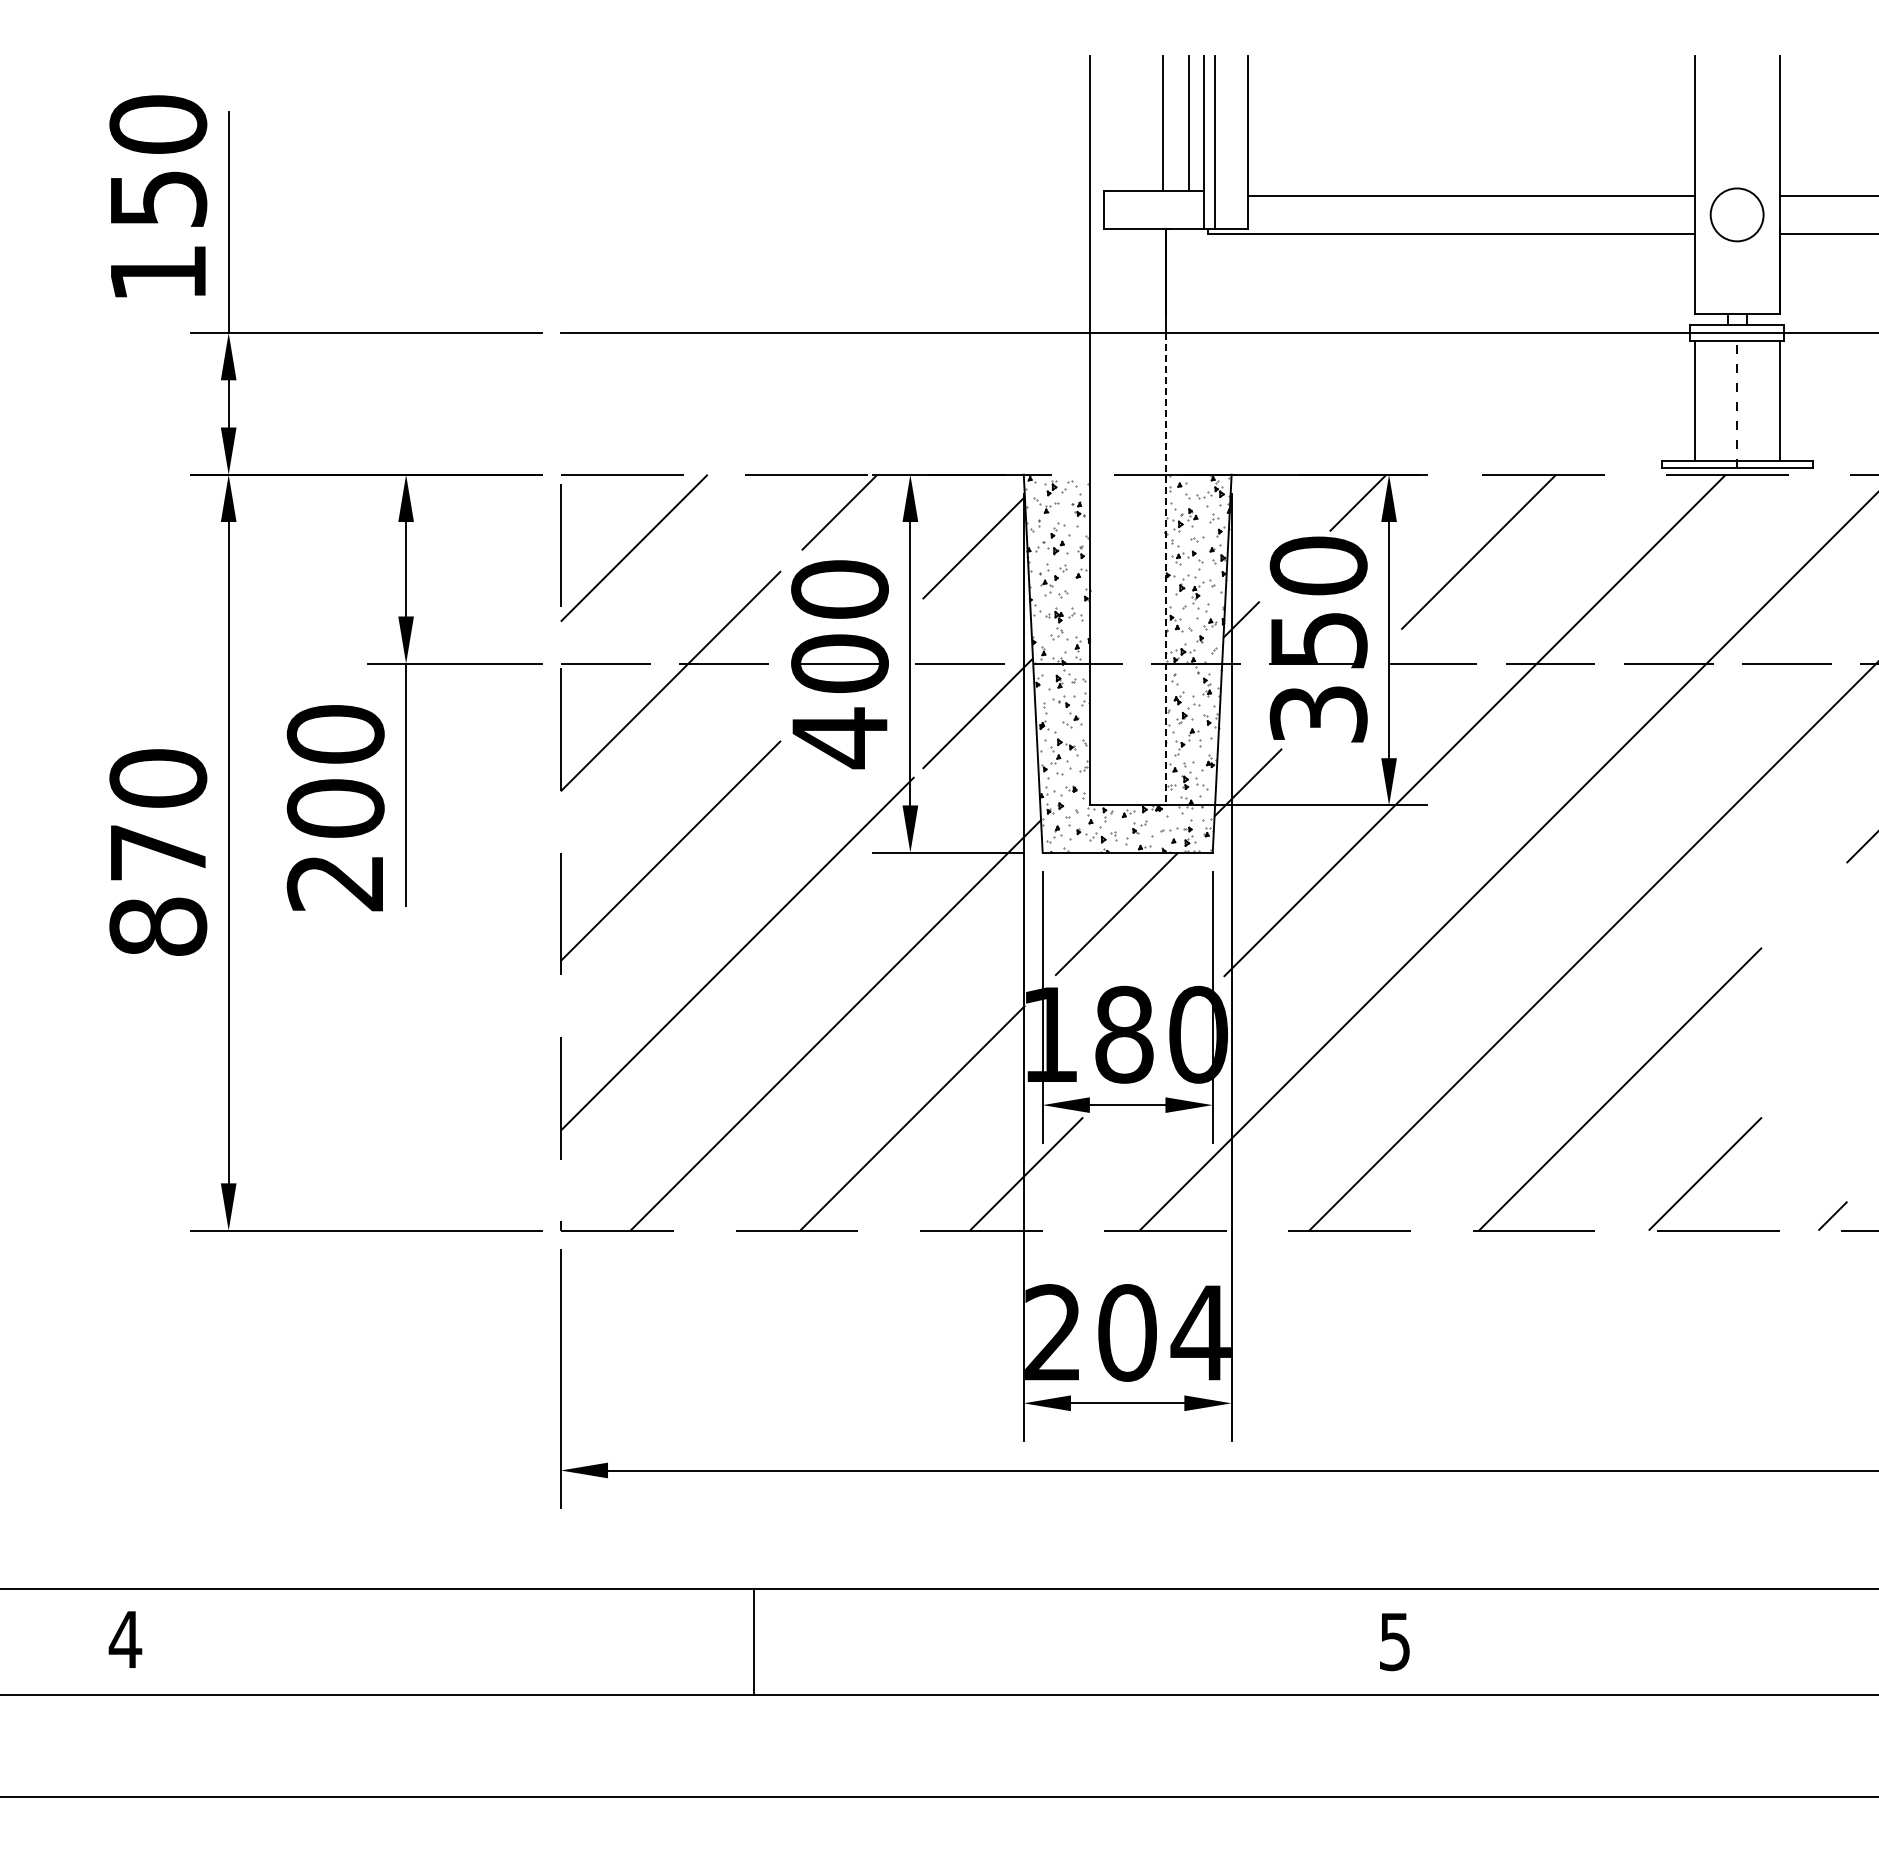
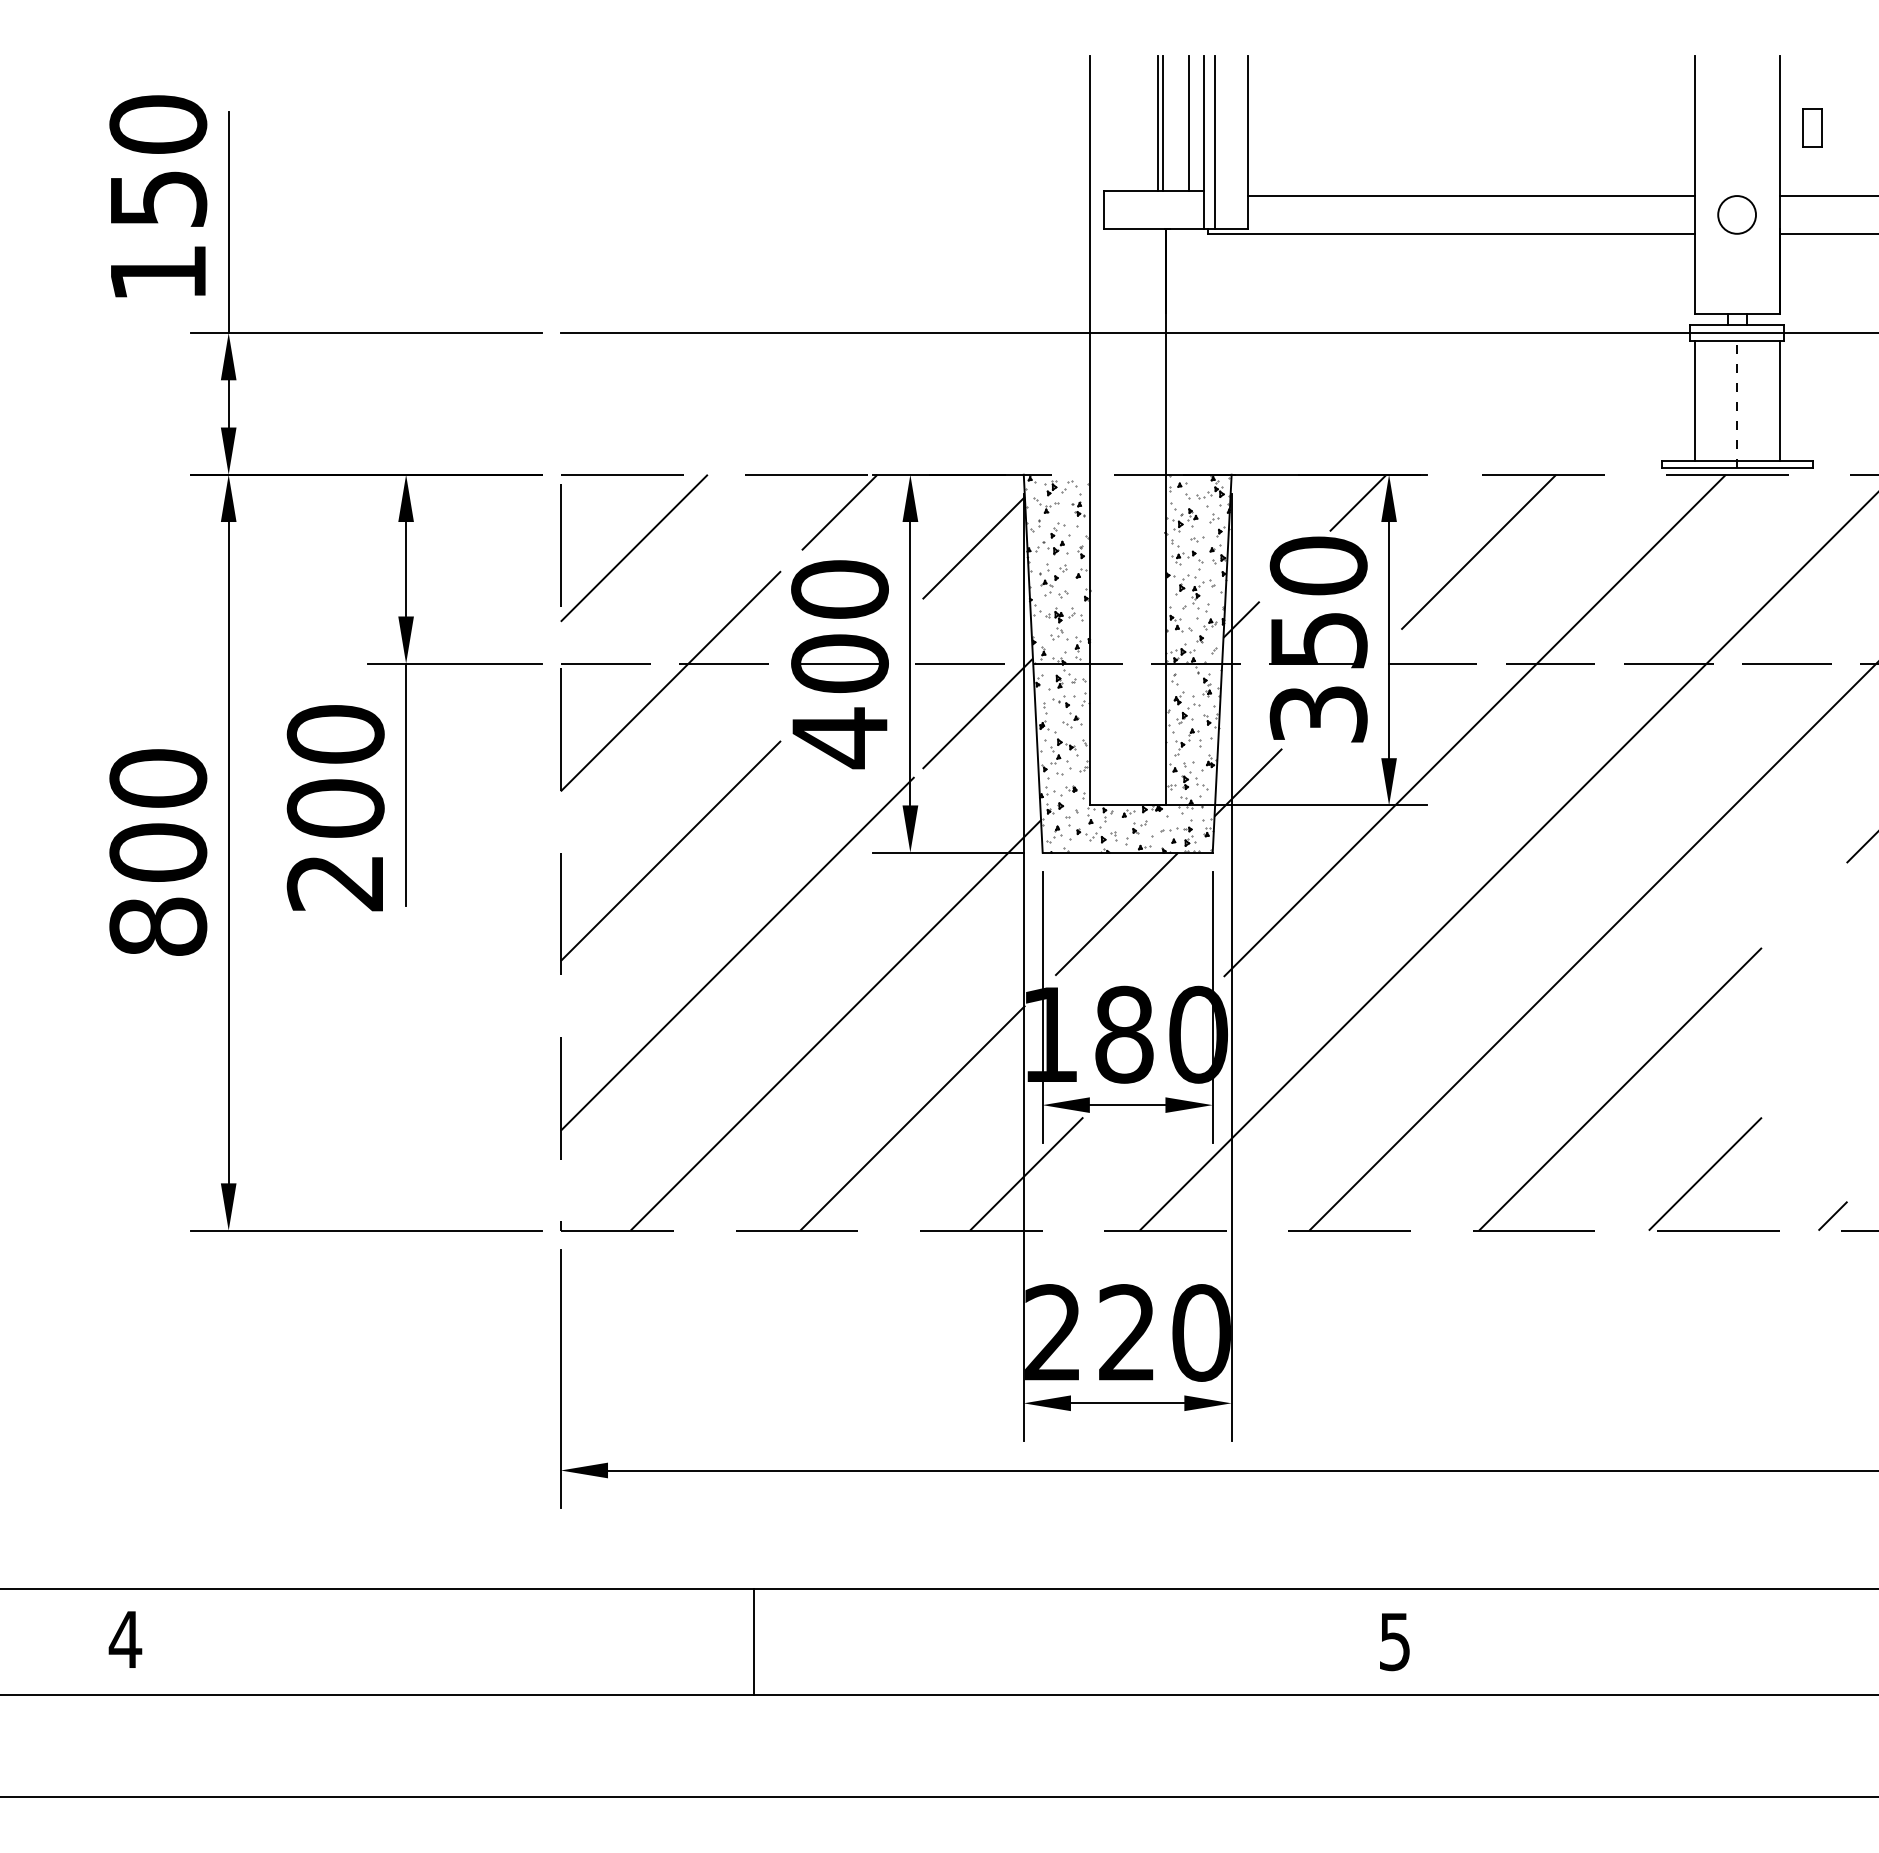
line at (1157, 123): none -> present
part at (1812, 127): none -> present
circle at (1736, 214) size: 56x56 px -> 40x40 px
line at (1165, 569): dashed -> solid
text at (158, 852): 870 -> 800
text at (1164, 1332): 204 -> 220
